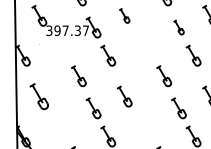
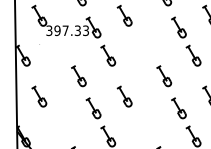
part at (124, 15) size: 12x16 px -> 17x22 px
part at (178, 27) size: 12x17 px -> 16x23 px
text at (85, 30): 397.37 -> 397.33
part at (38, 96) size: 20x28 px -> 17x23 px
